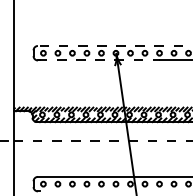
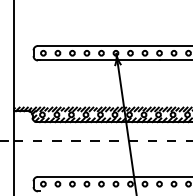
line at (114, 46): dashed -> solid
line at (98, 60): dashed -> solid
